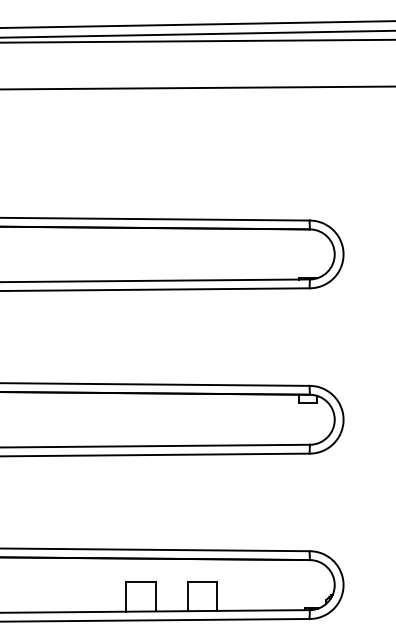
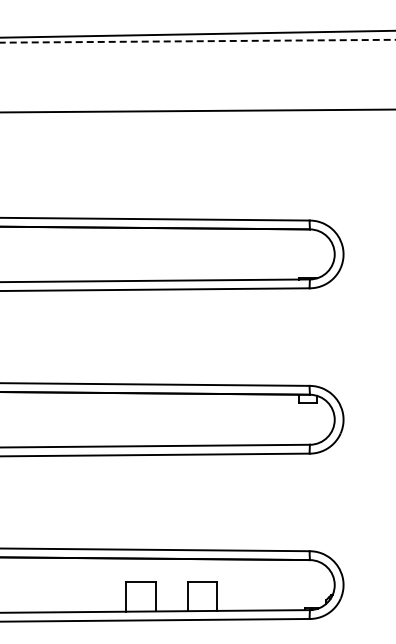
line at (197, 24): present -> none
line at (198, 41): solid -> dashed
line at (197, 87) position: (197, 87) -> (197, 110)
